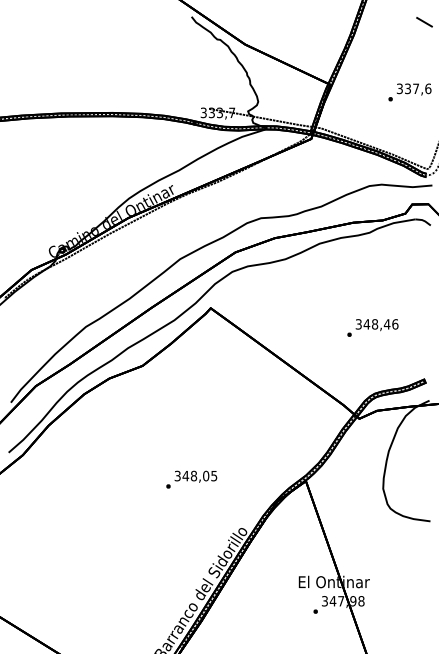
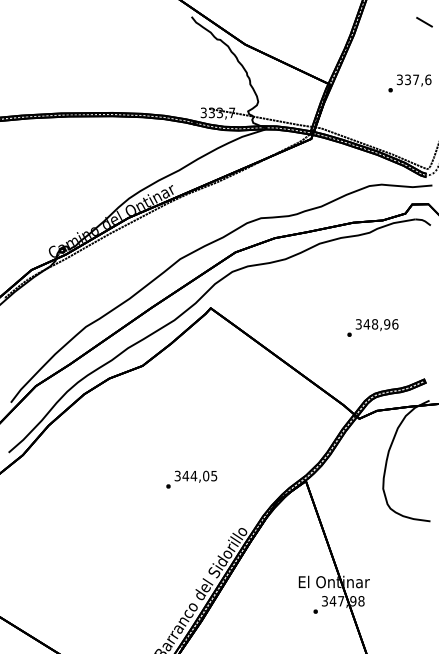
text at (409, 92) position: (409, 92) -> (409, 83)
text at (386, 324): 348,46 -> 348,96
text at (193, 475): 348,05 -> 344,05
